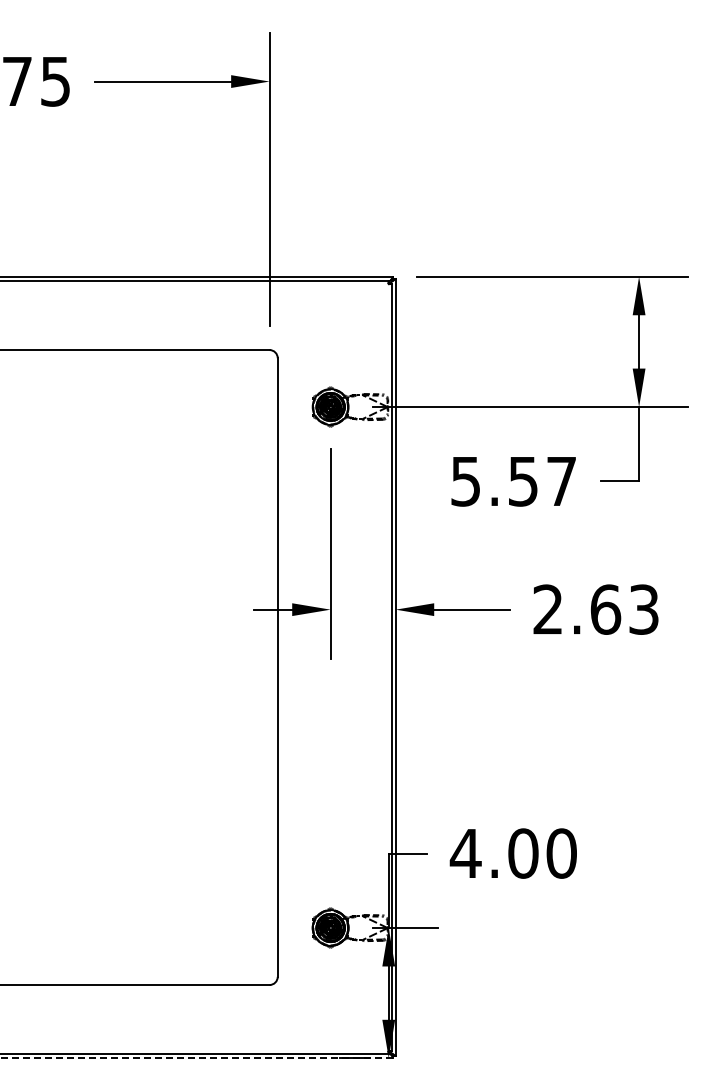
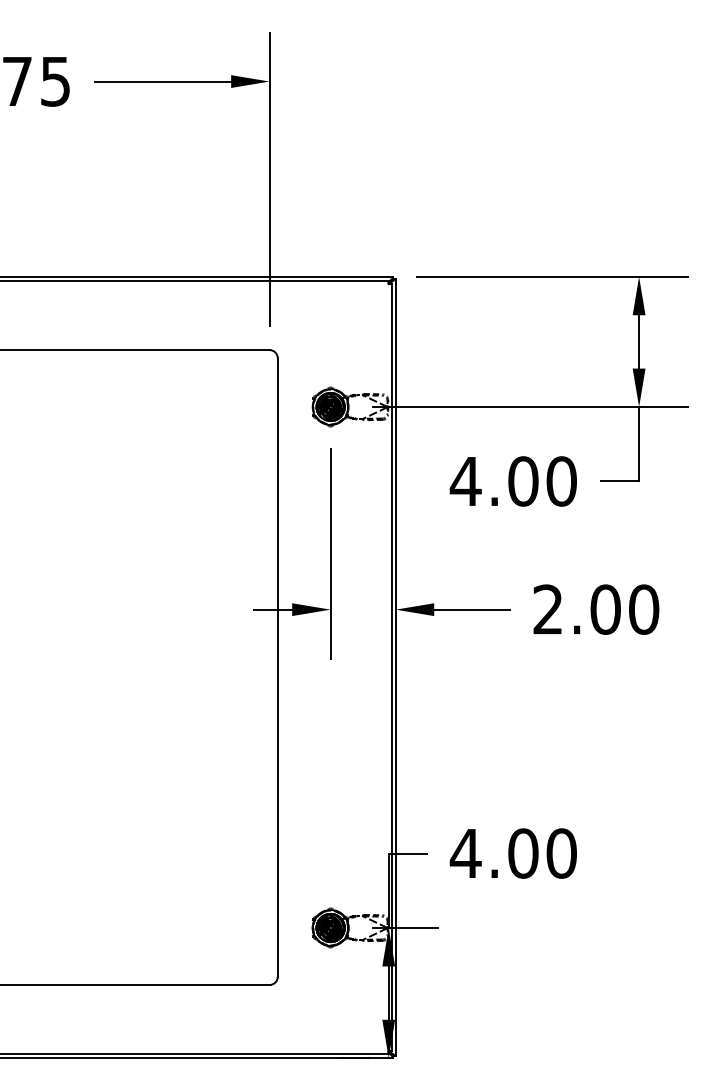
text at (512, 481): 5.57 -> 4.00
text at (624, 609): 2.63 -> 2.00
line at (196, 1058): dashed -> solid
